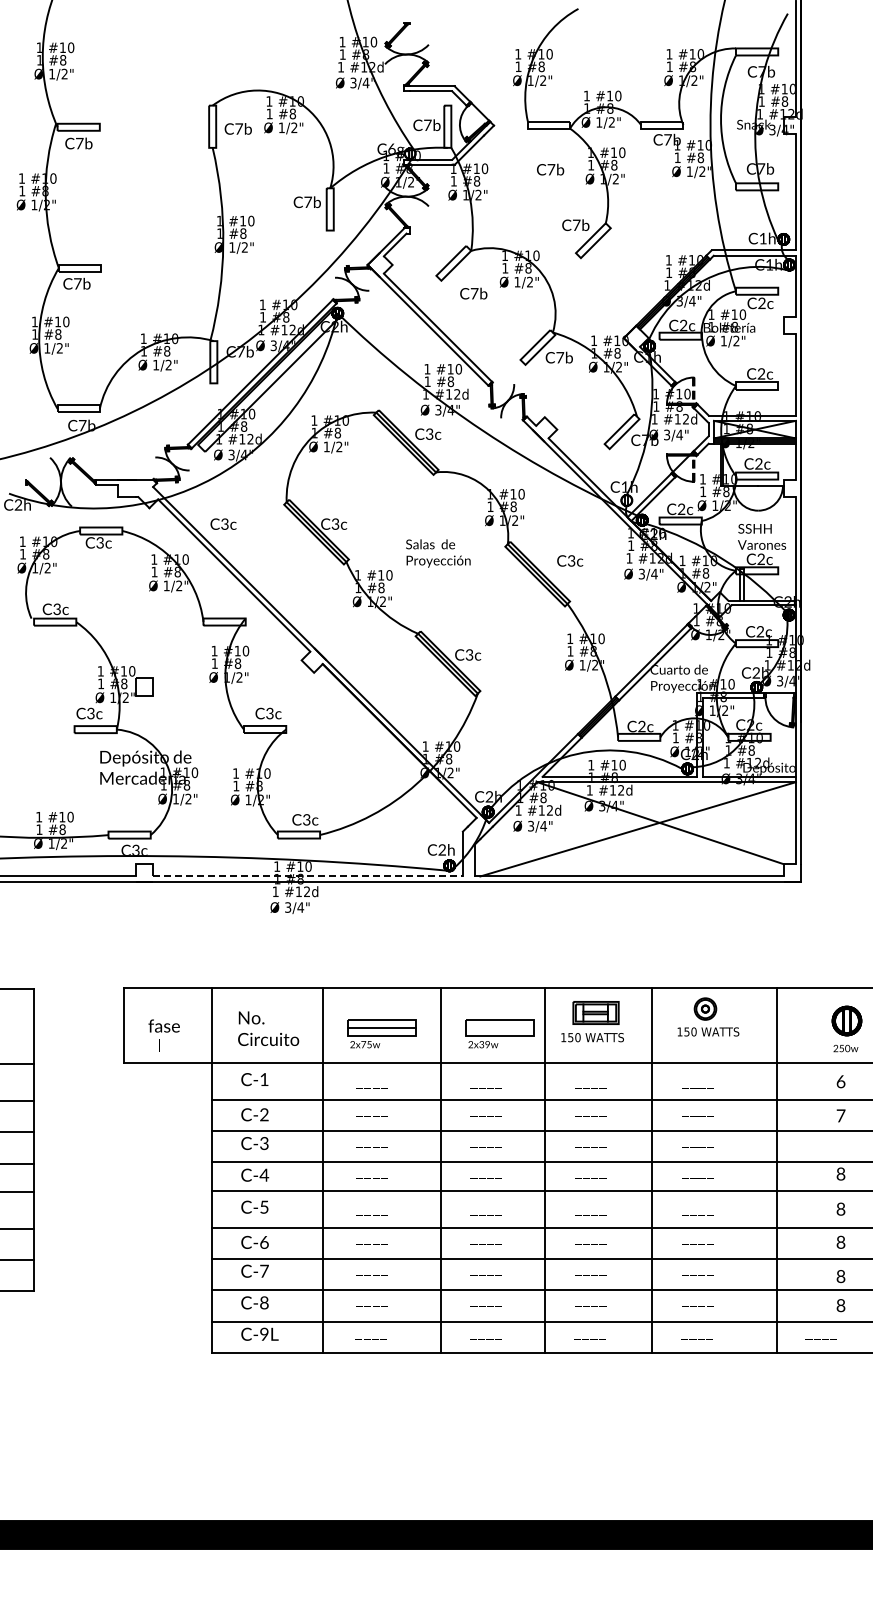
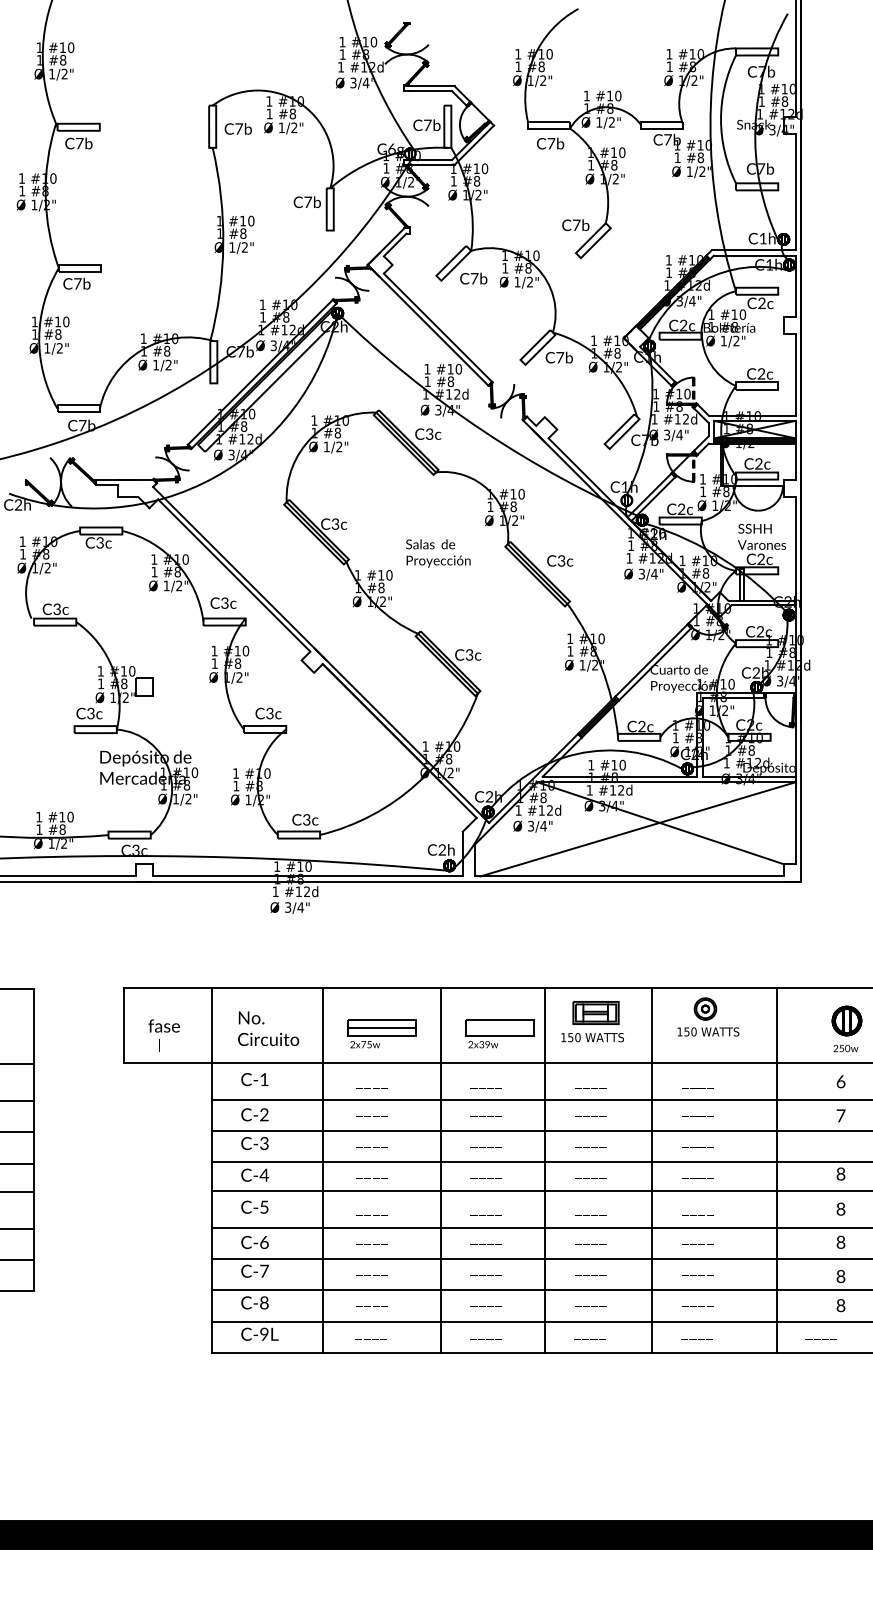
text at (550, 169) position: (550, 169) -> (550, 143)
text at (473, 293) position: (473, 293) -> (473, 278)
text at (223, 523) position: (223, 523) -> (223, 602)
text at (570, 560) position: (570, 560) -> (560, 560)
line at (308, 876): dashed -> solid
